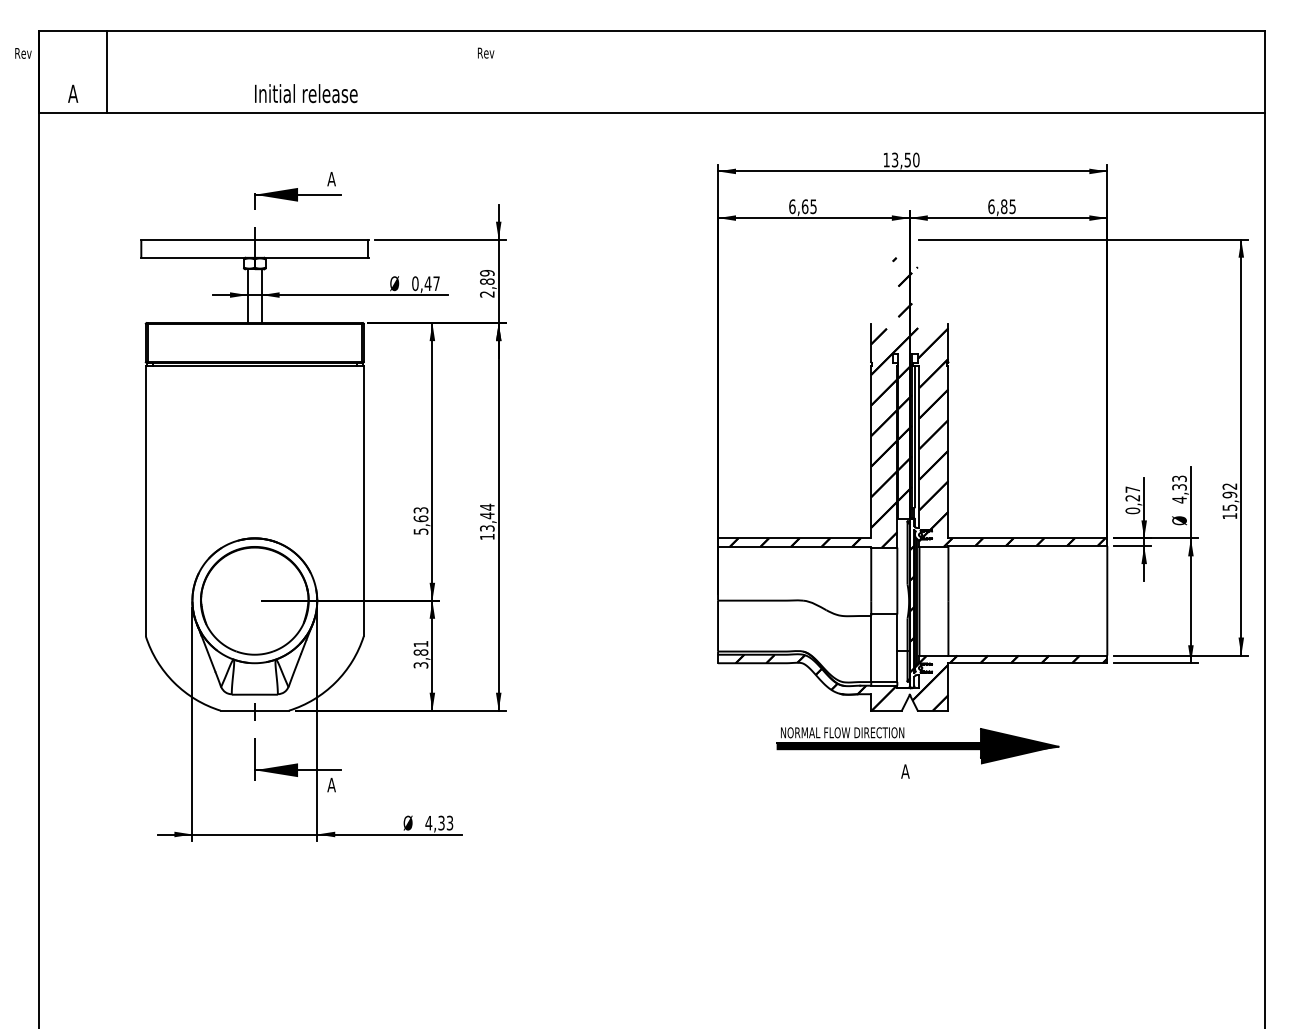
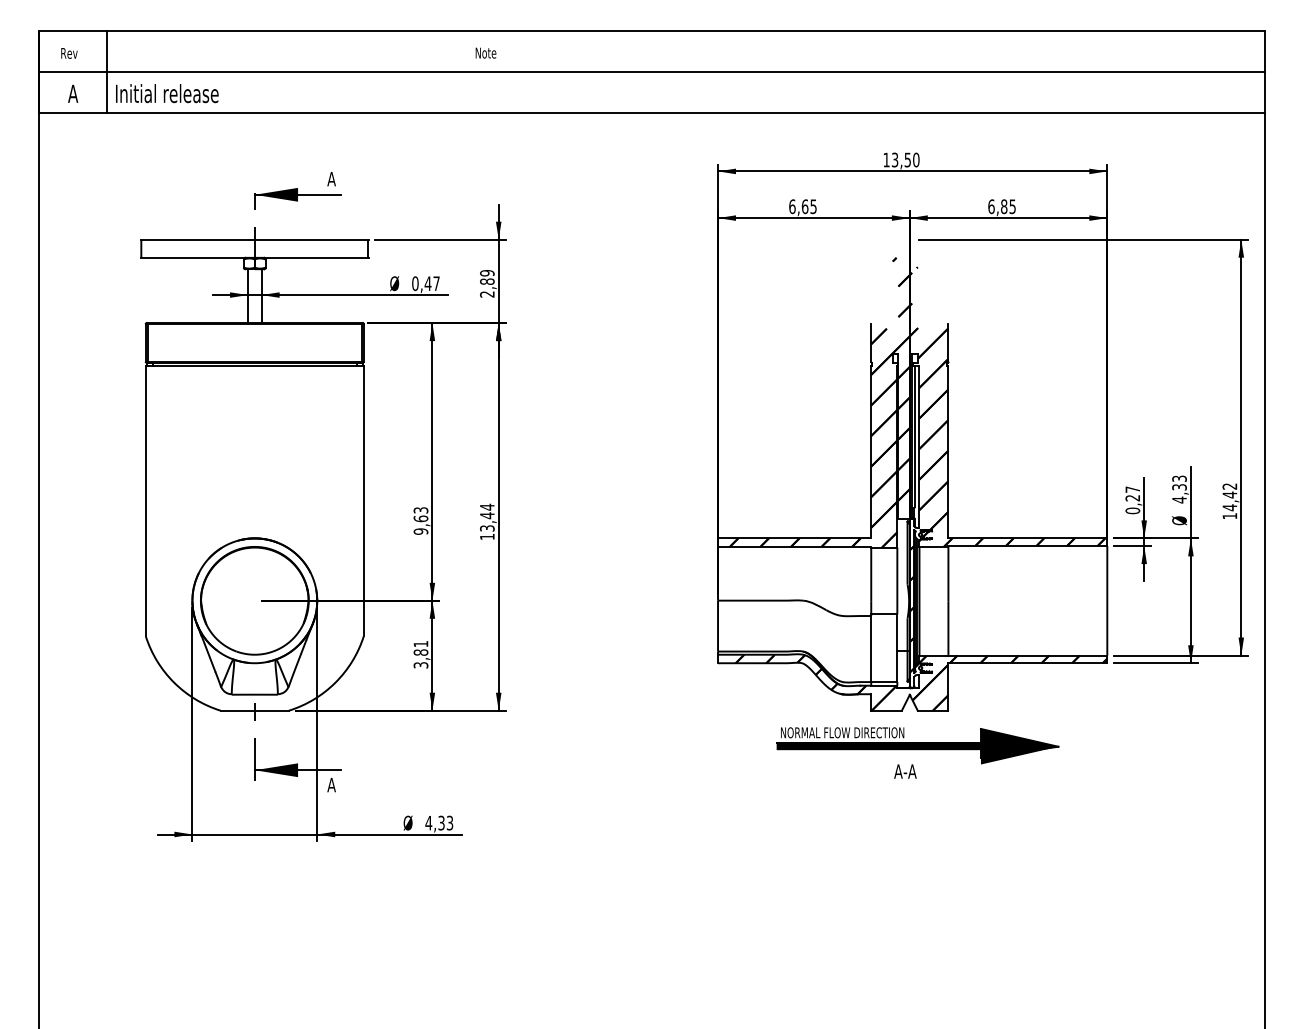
text at (485, 52): Rev -> Note
text at (23, 53) position: (23, 53) -> (69, 53)
line at (651, 71): none -> present
text at (306, 93) position: (306, 93) -> (167, 93)
text at (1229, 501): 15,92 -> 14,42
text at (420, 531): 5,63 -> 9,63
text at (905, 771): A -> A-A
